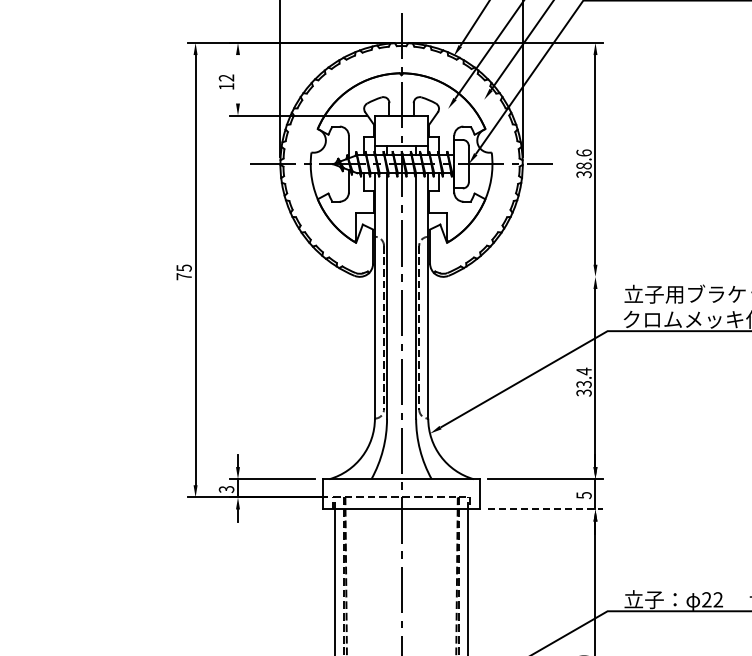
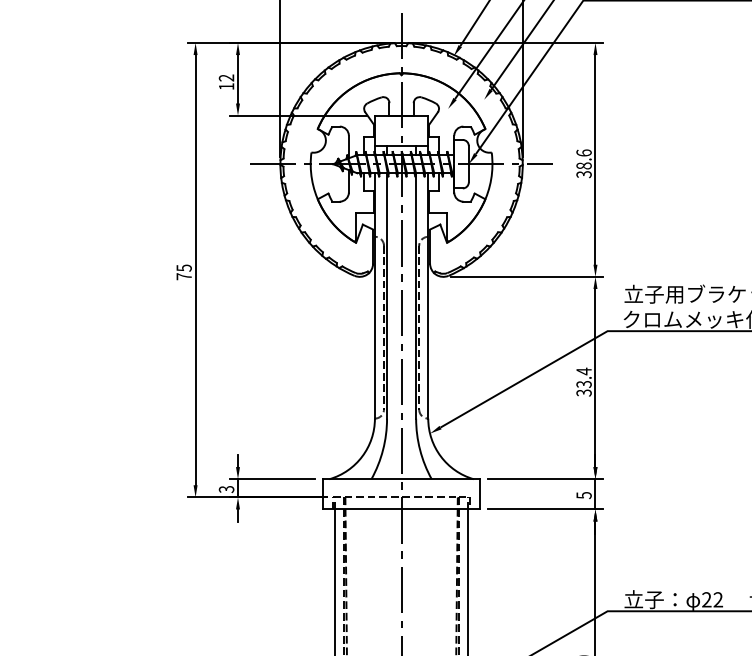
line at (238, 79): none -> present
line at (526, 276): none -> present
line at (545, 509): dashed -> solid
